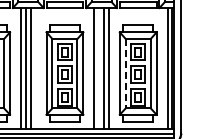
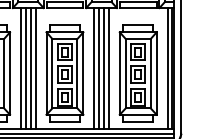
line at (35, 68): none -> present
line at (98, 68): none -> present
line at (125, 73): dashed -> solid
